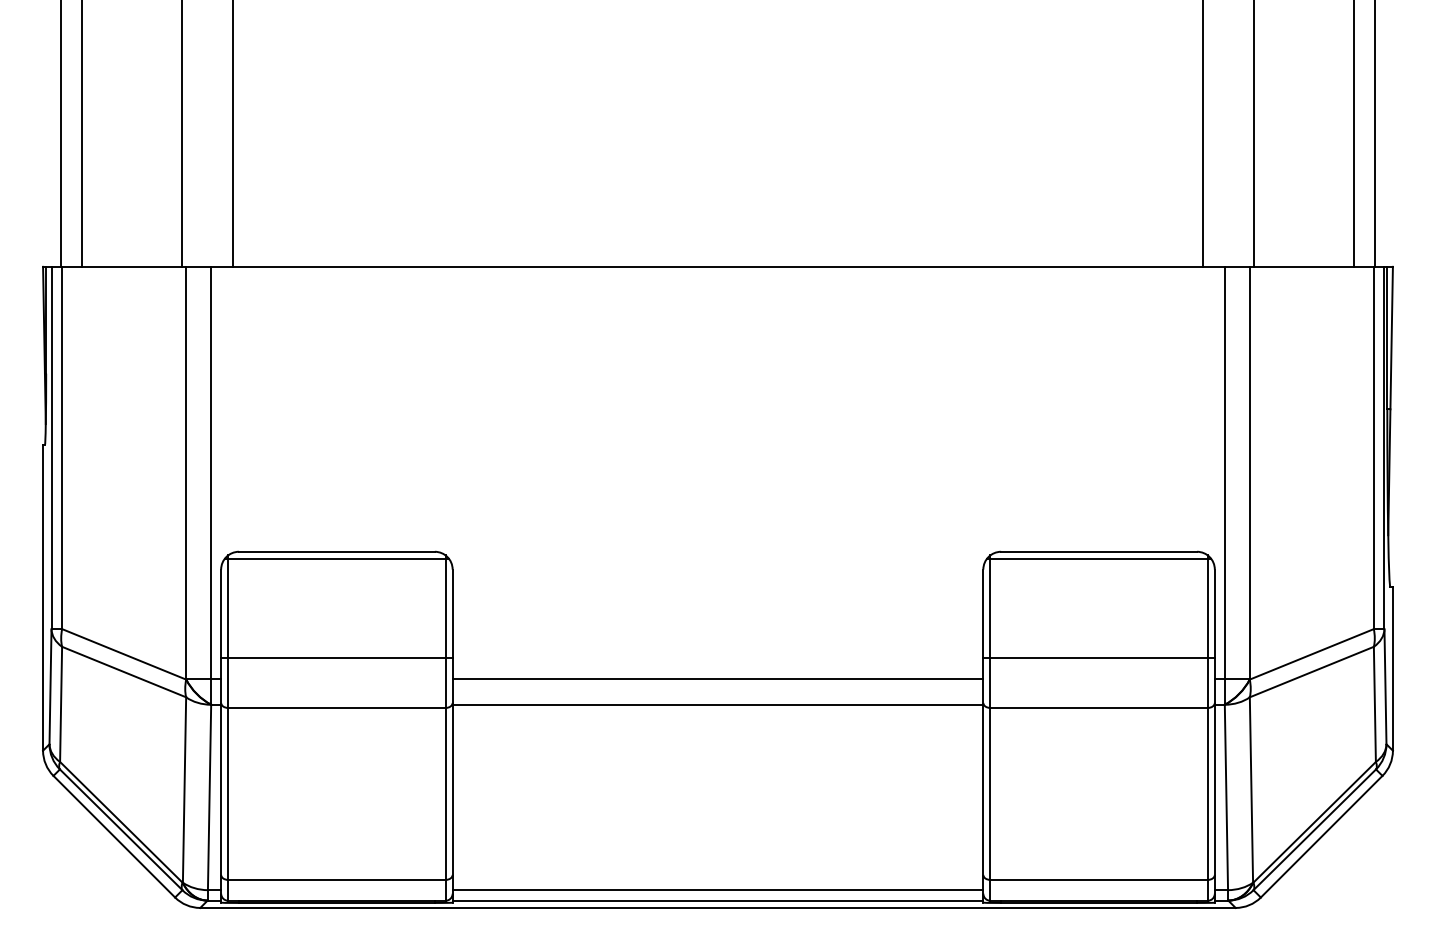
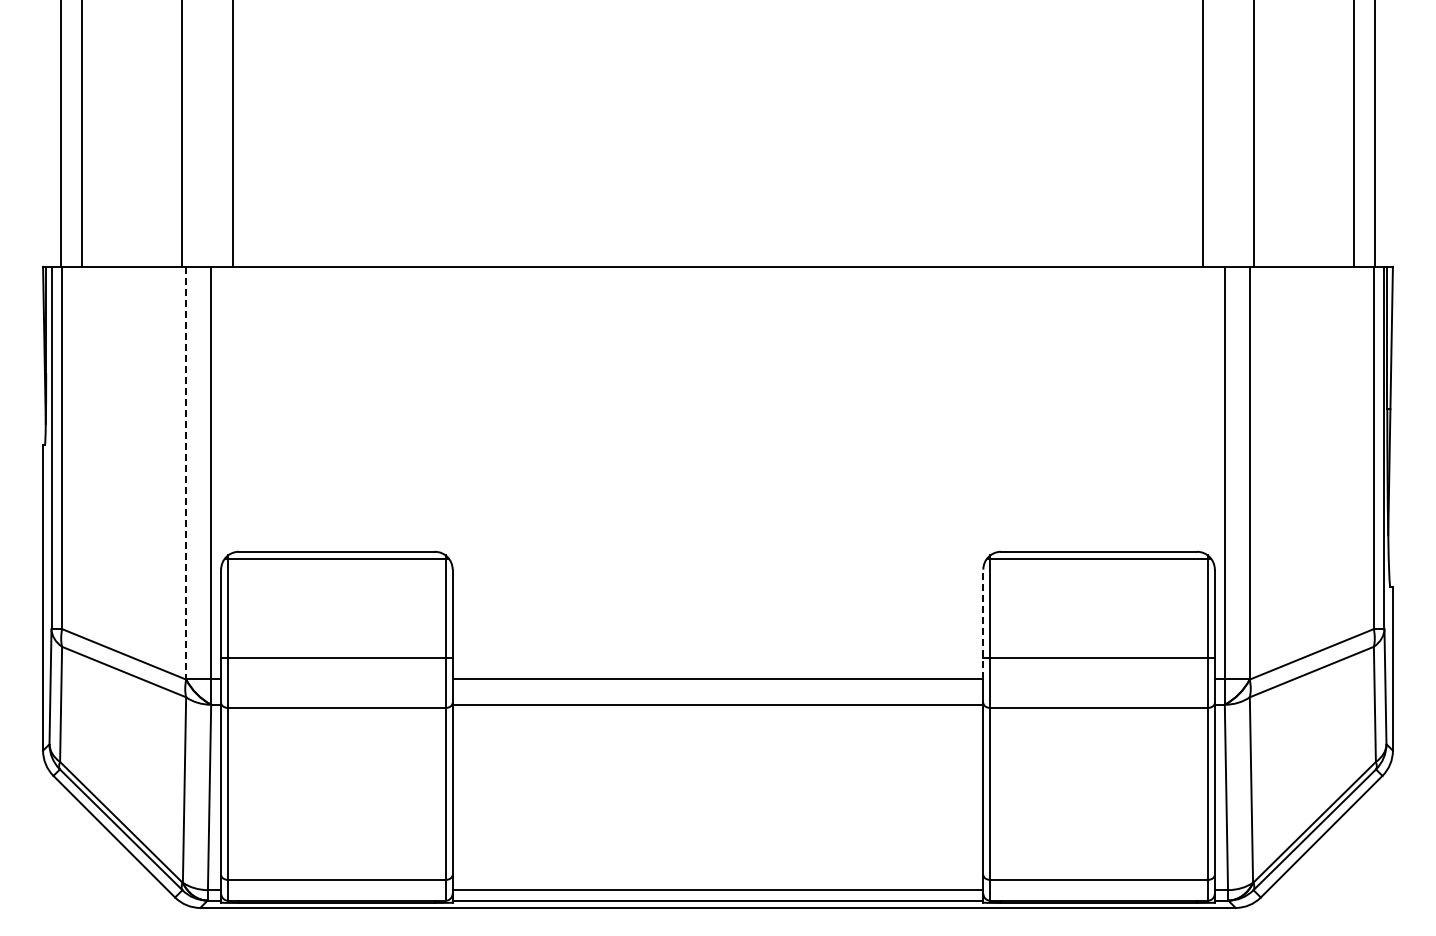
line at (186, 473): solid -> dashed
line at (983, 624): solid -> dashed
